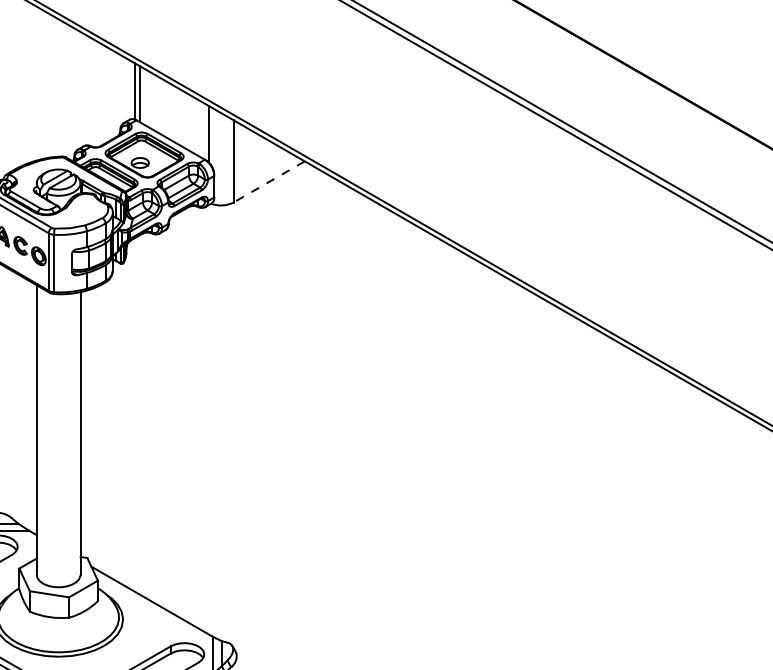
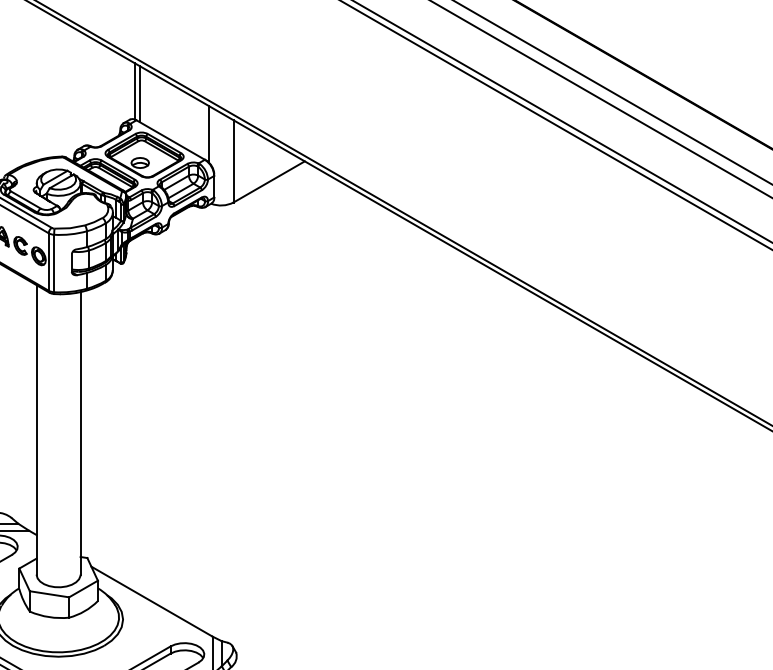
line at (612, 92): none -> present
line at (600, 99): none -> present
line at (268, 182): dashed -> solid
